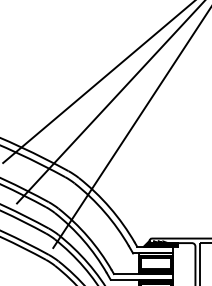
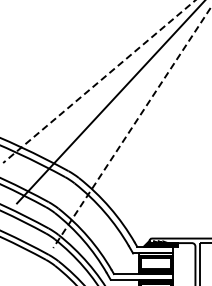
line at (99, 81): solid -> dashed
line at (132, 127): solid -> dashed
